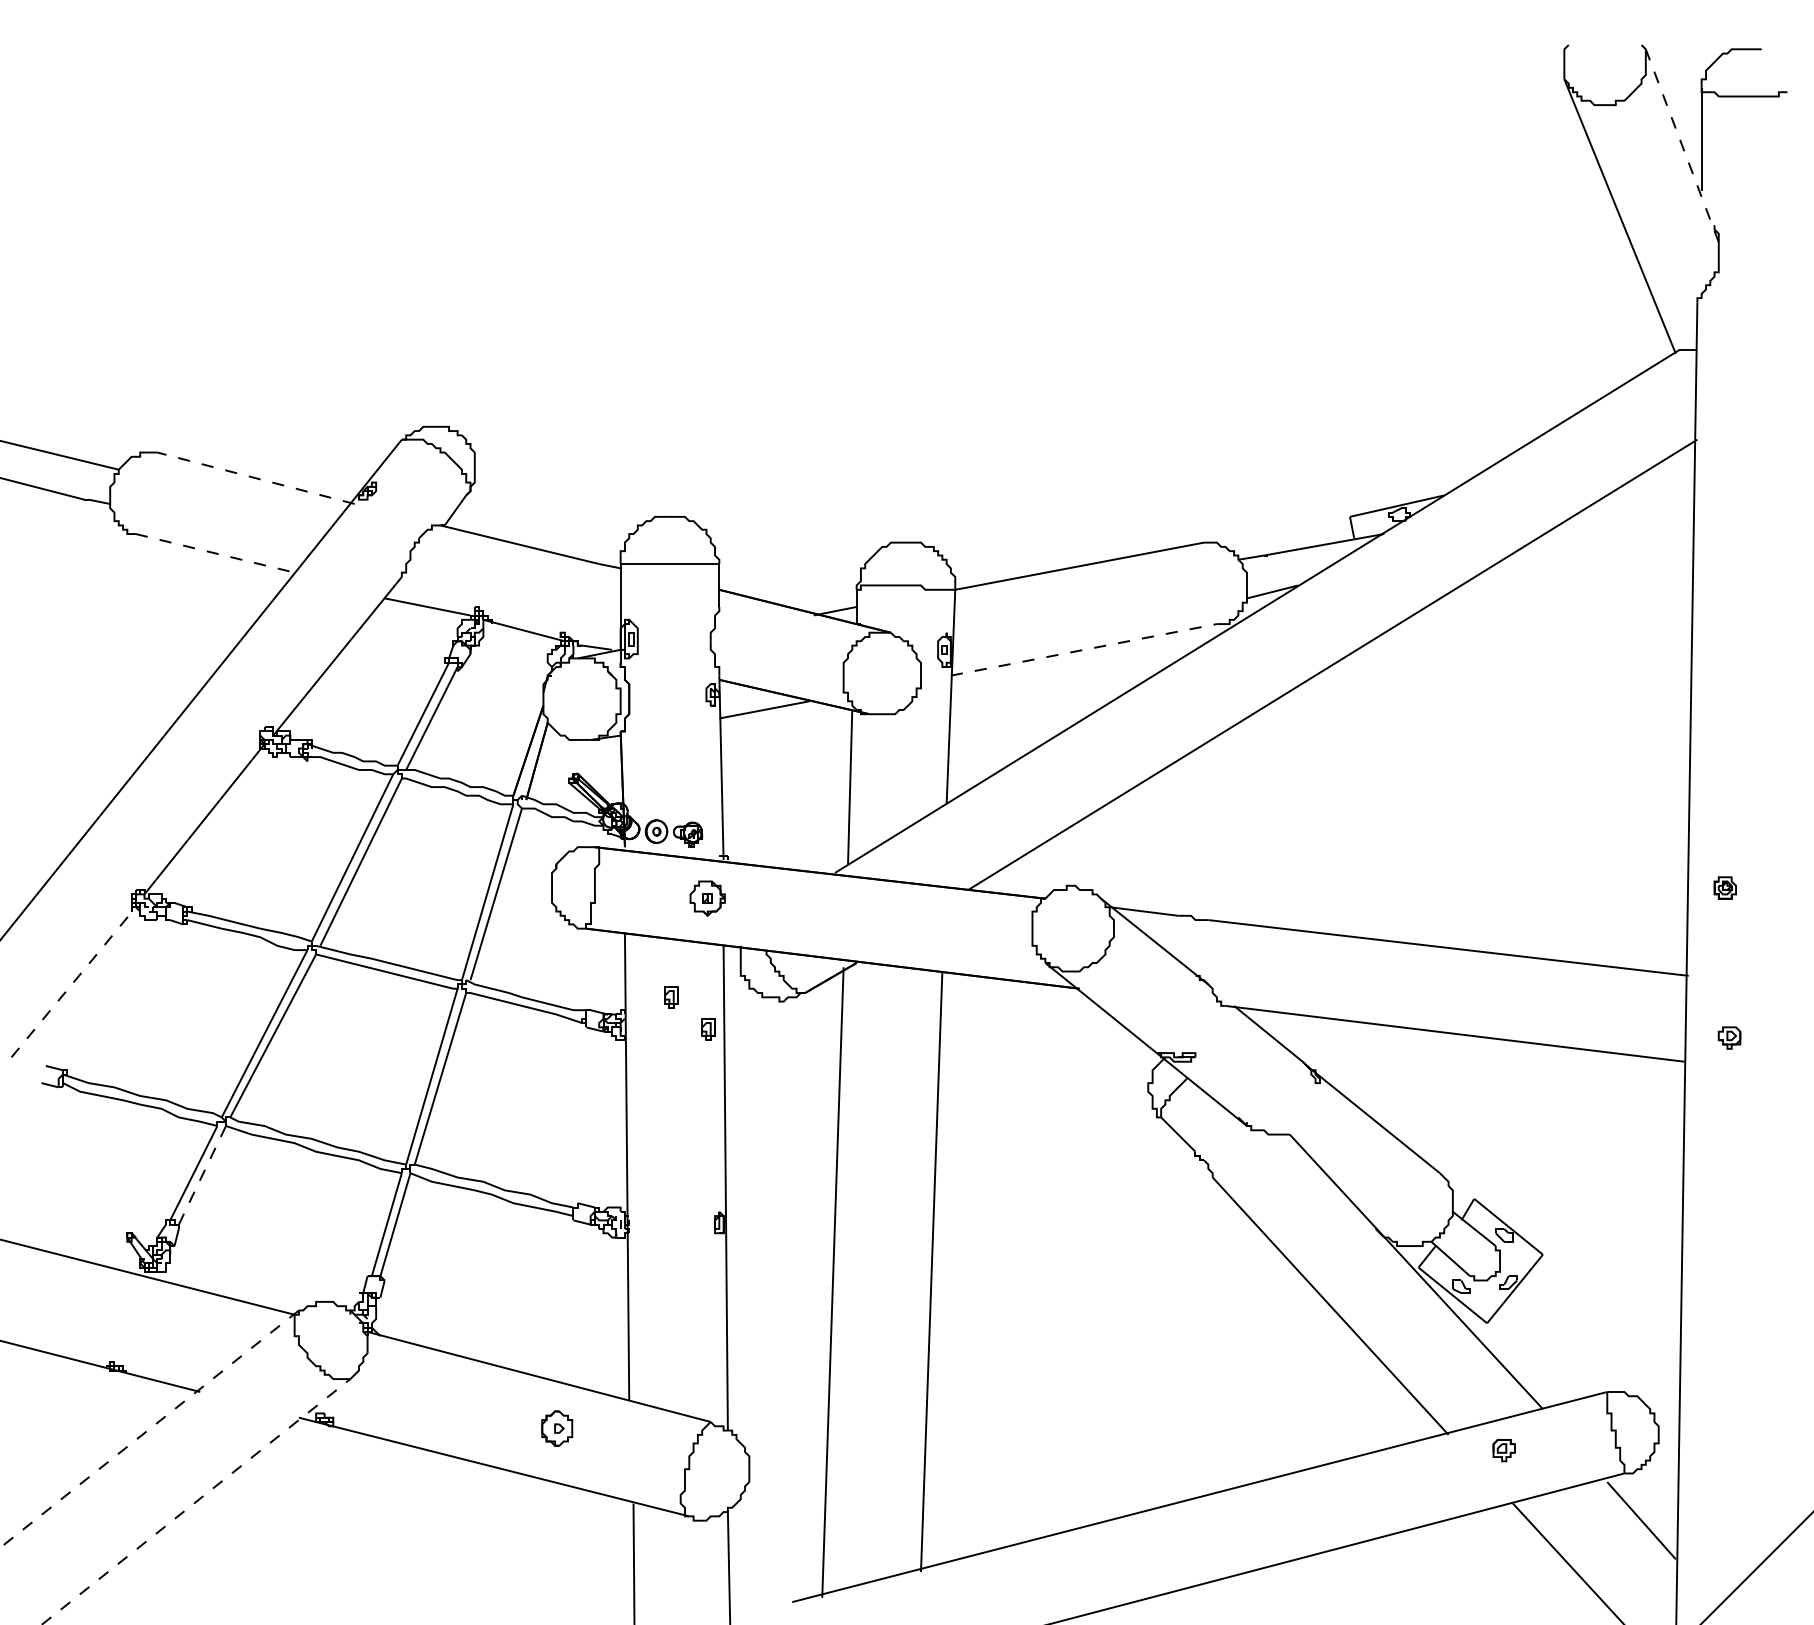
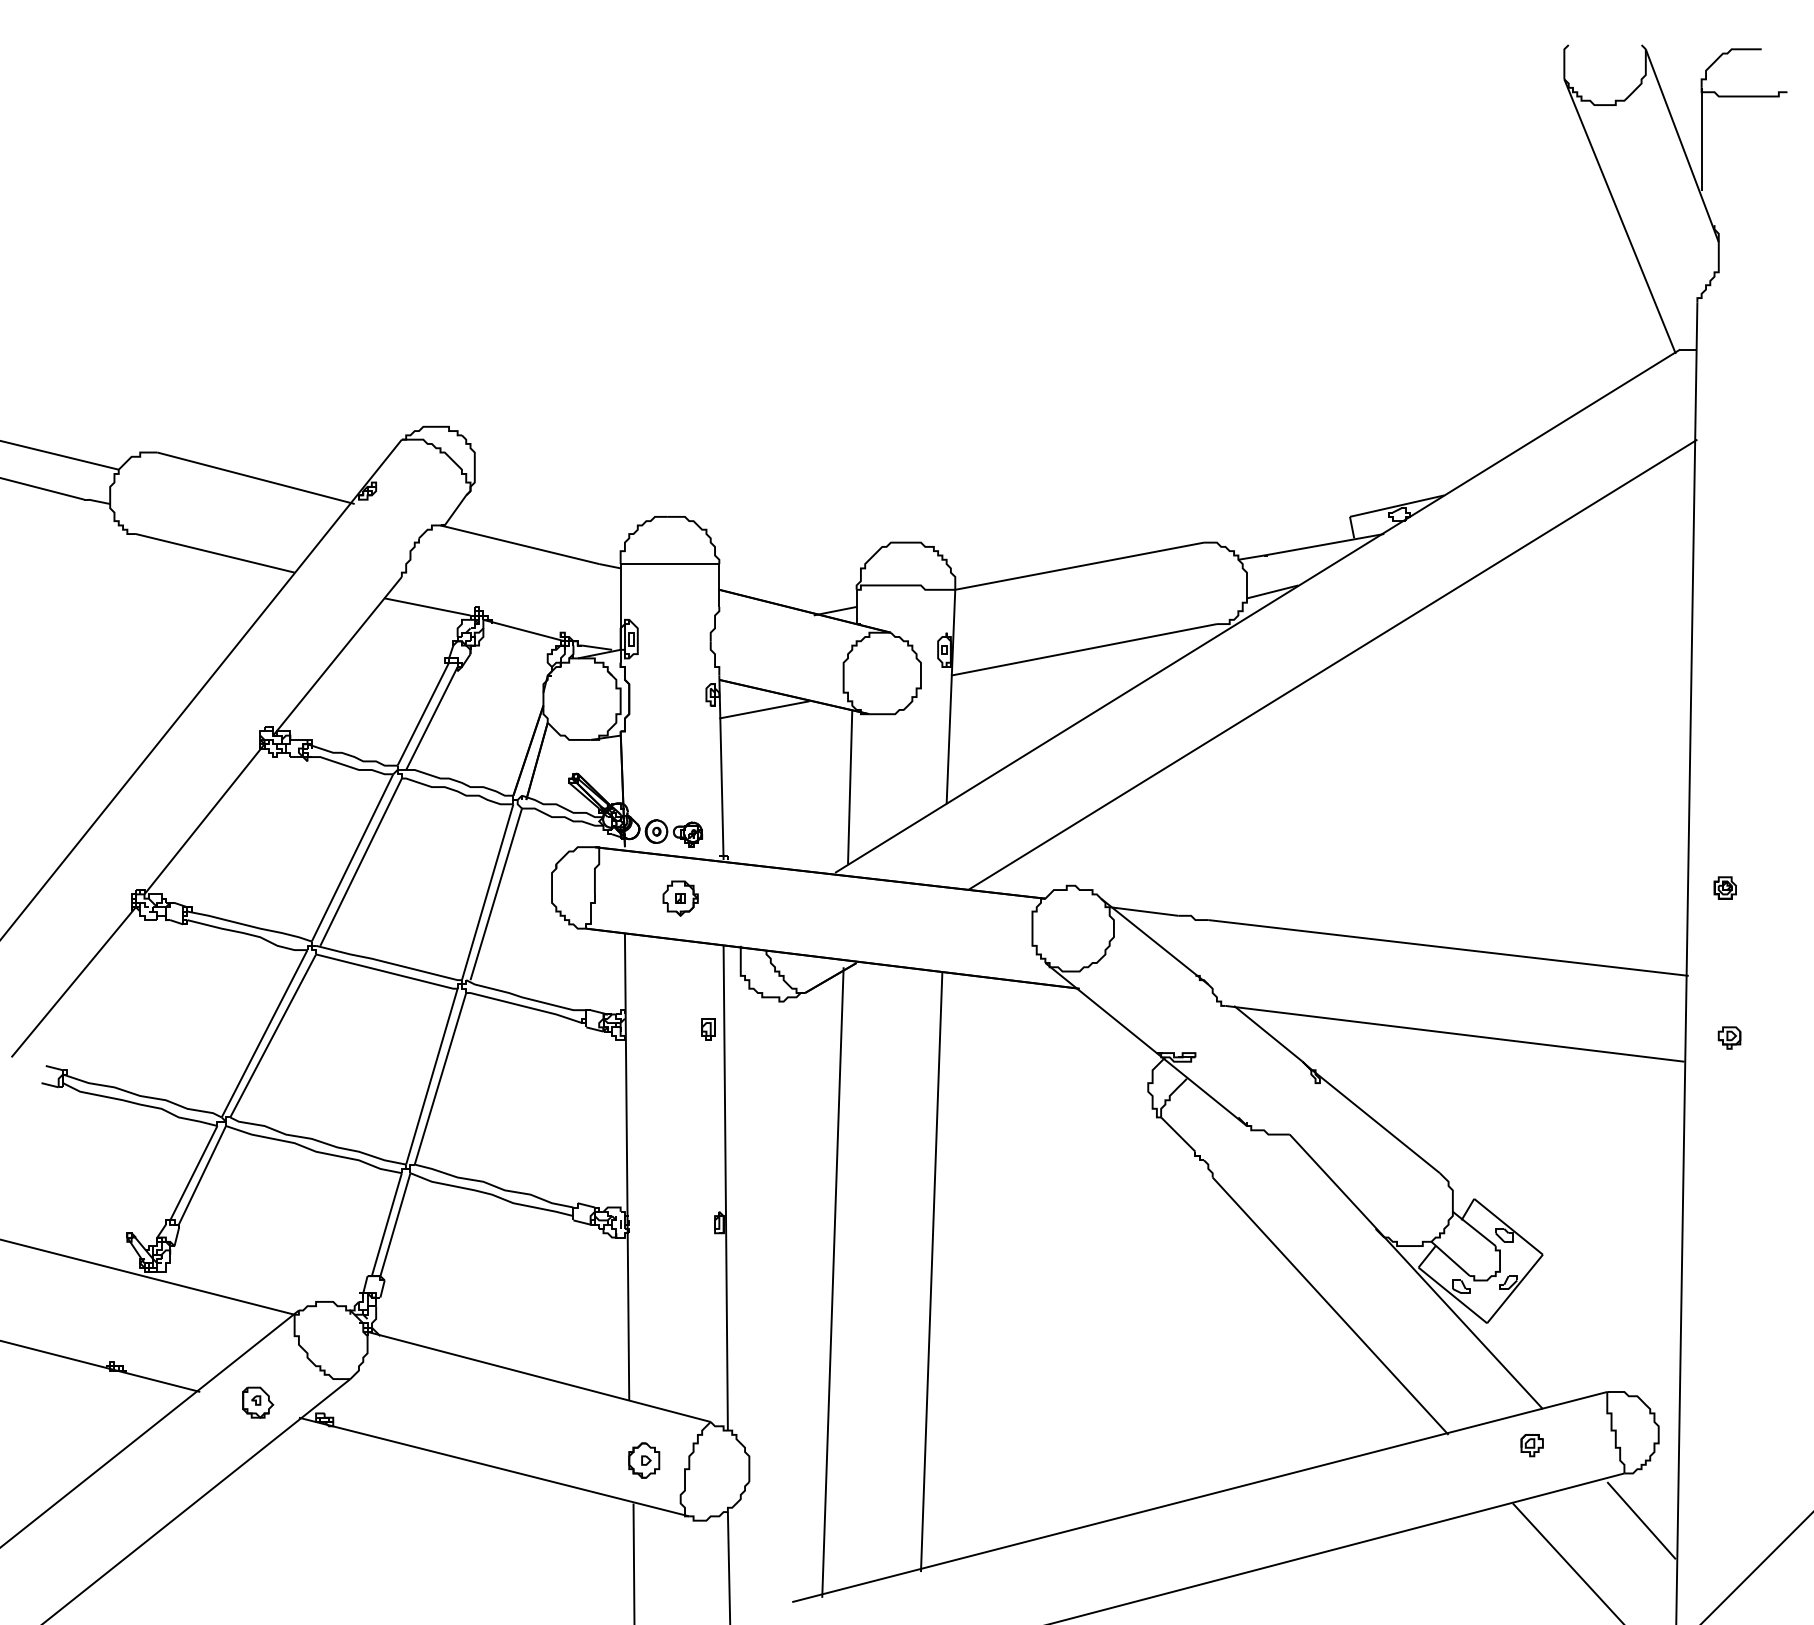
line at (1682, 145): dashed -> solid
line at (256, 478): dashed -> solid
line at (215, 553): dashed -> solid
line at (1083, 649): dashed -> solid
part at (707, 898) position: (707, 898) -> (680, 898)
line at (74, 981): dashed -> solid
part at (671, 997): present -> none
line at (202, 1175): dashed -> solid
part at (258, 1402): none -> present
part at (557, 1428) position: (557, 1428) -> (644, 1460)
line at (149, 1429): dashed -> solid
part at (1503, 1450) position: (1503, 1450) -> (1531, 1445)
line at (196, 1501): dashed -> solid
